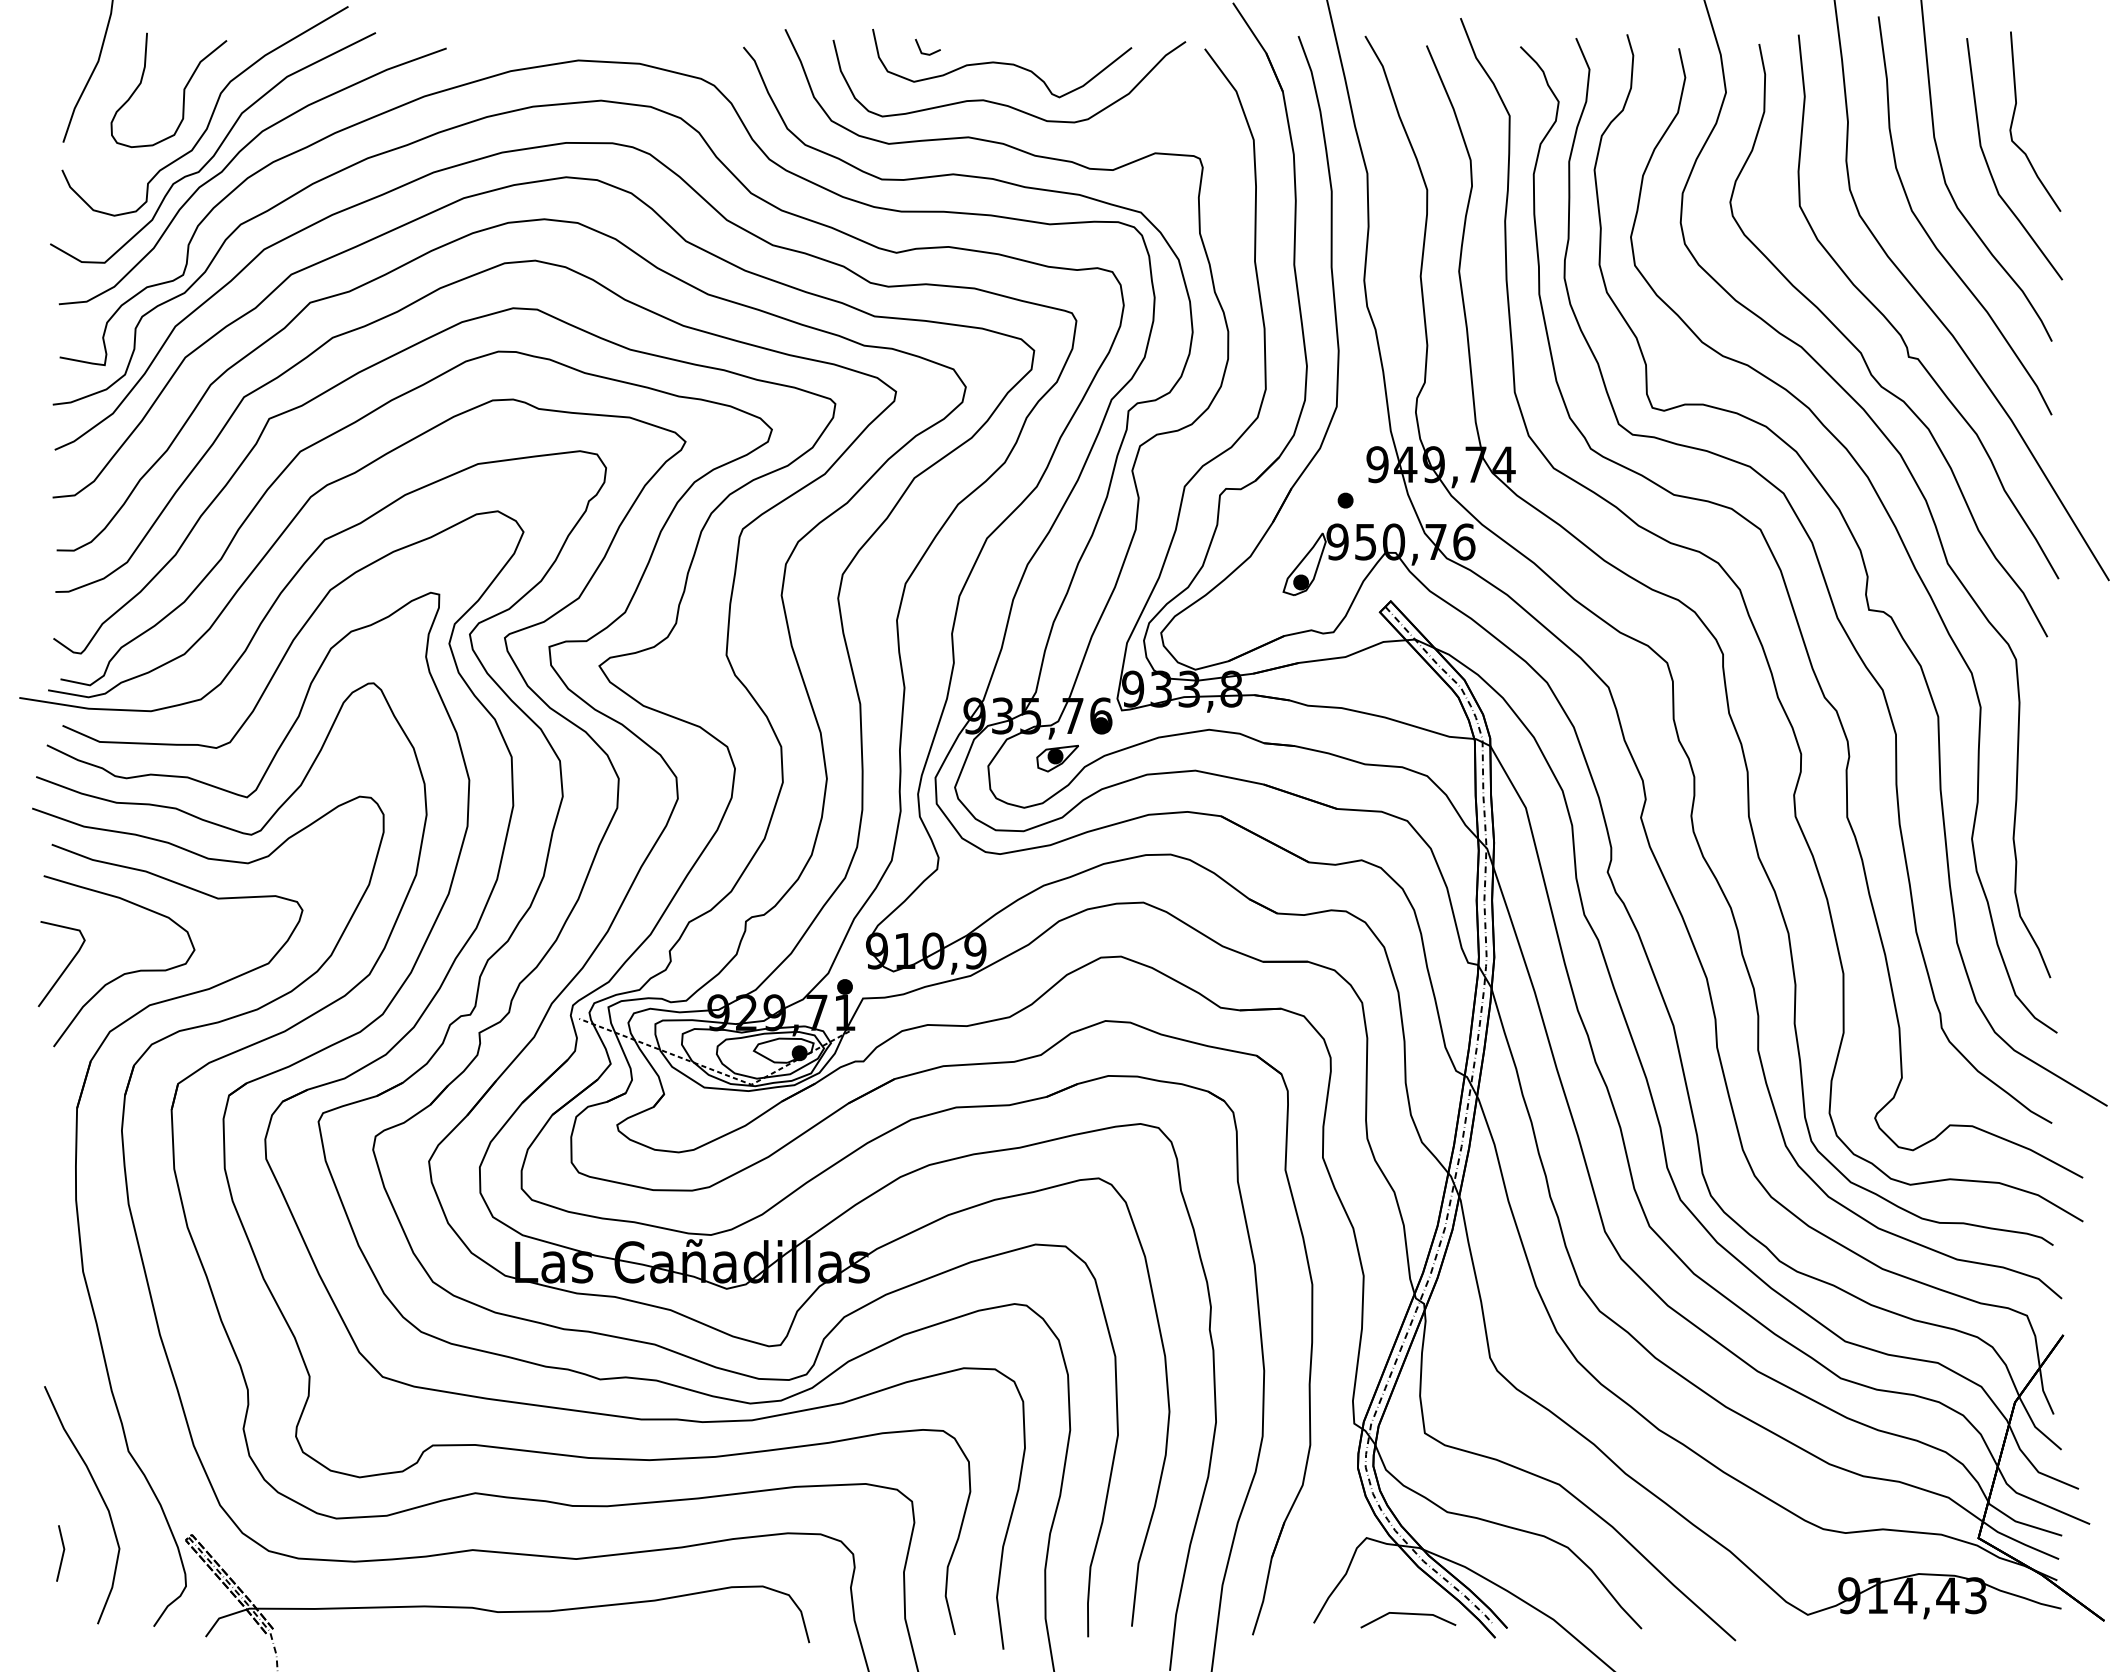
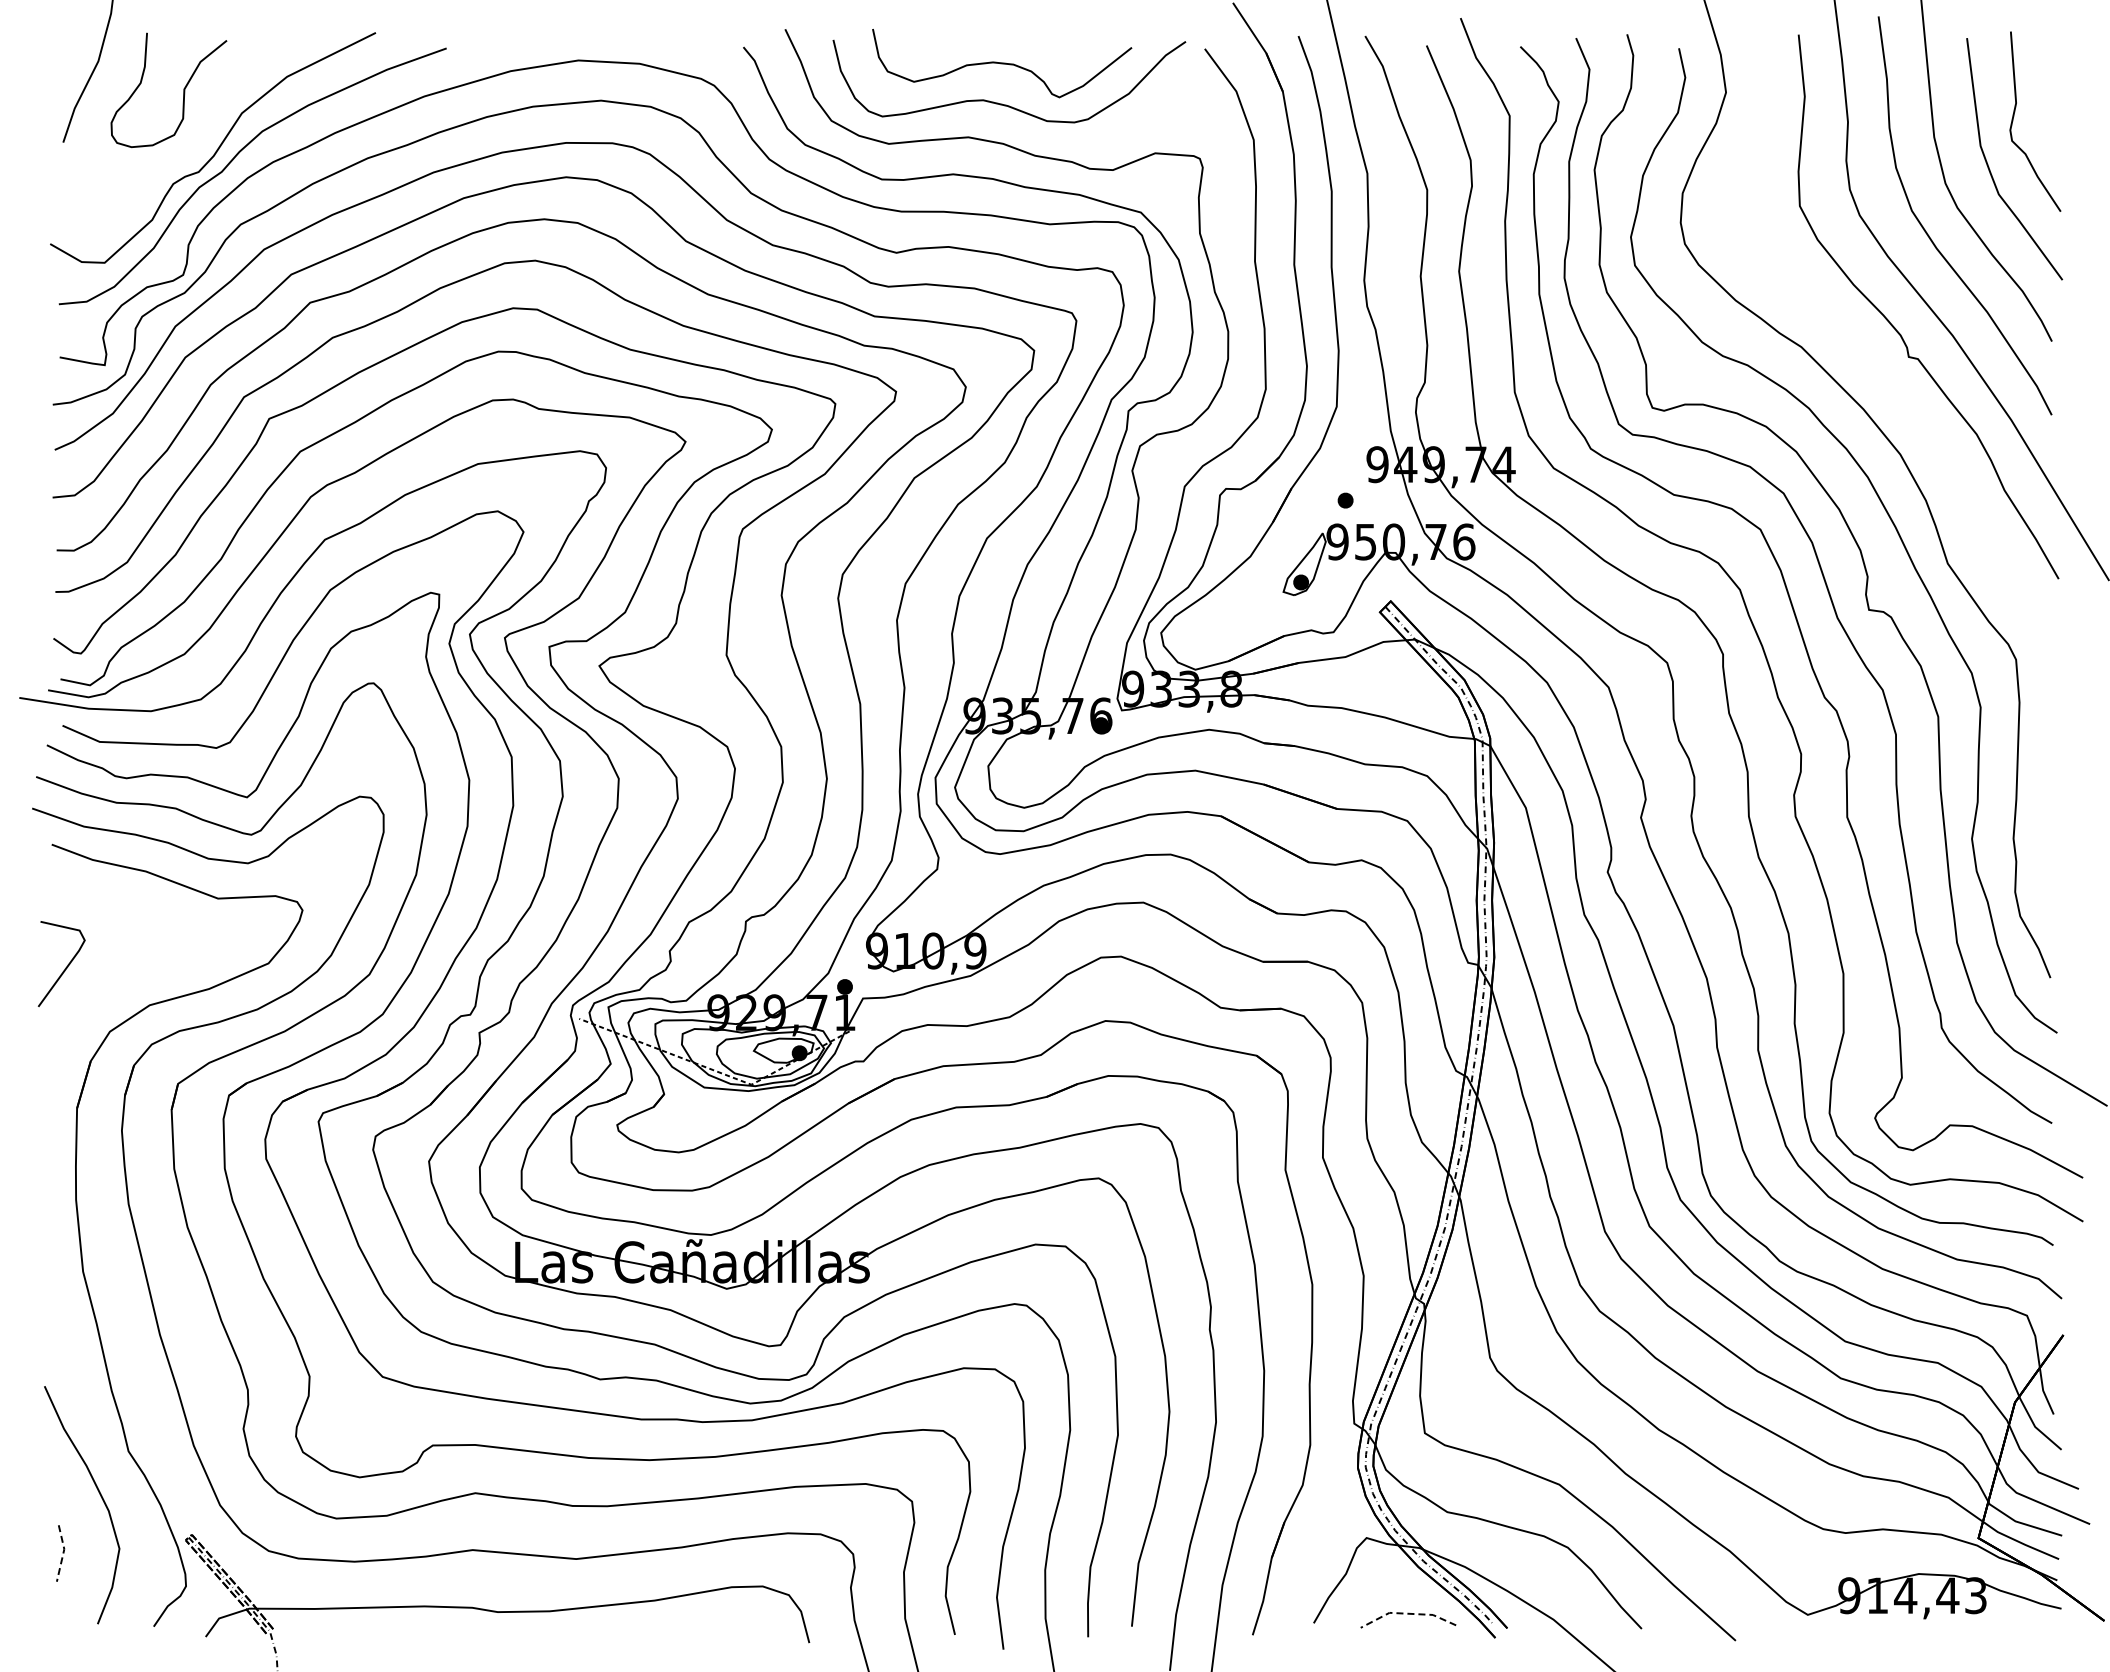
line at (924, 52): present -> none
curve at (211, 114): present -> none
curve at (1862, 353): present -> none
part at (1057, 758): present -> none
curve at (125, 972): present -> none
line at (63, 1553): solid -> dashed
line at (1407, 1613): solid -> dashed
